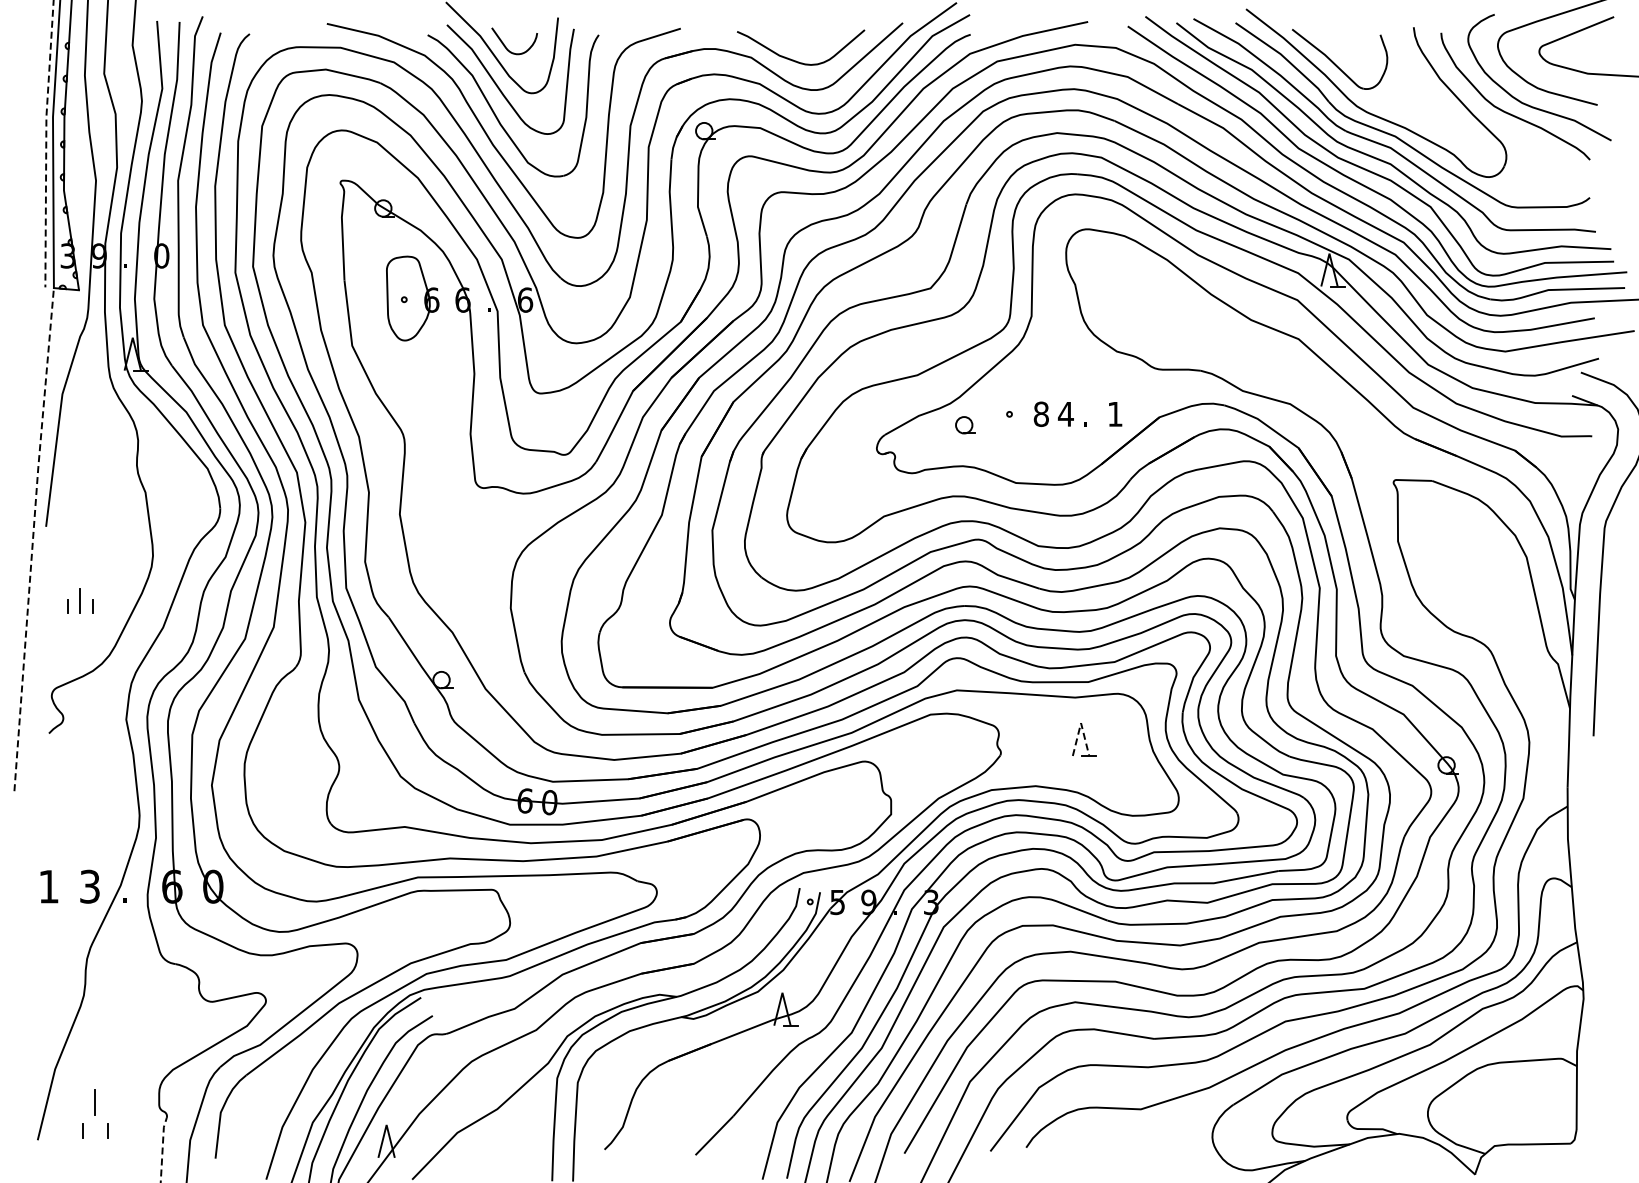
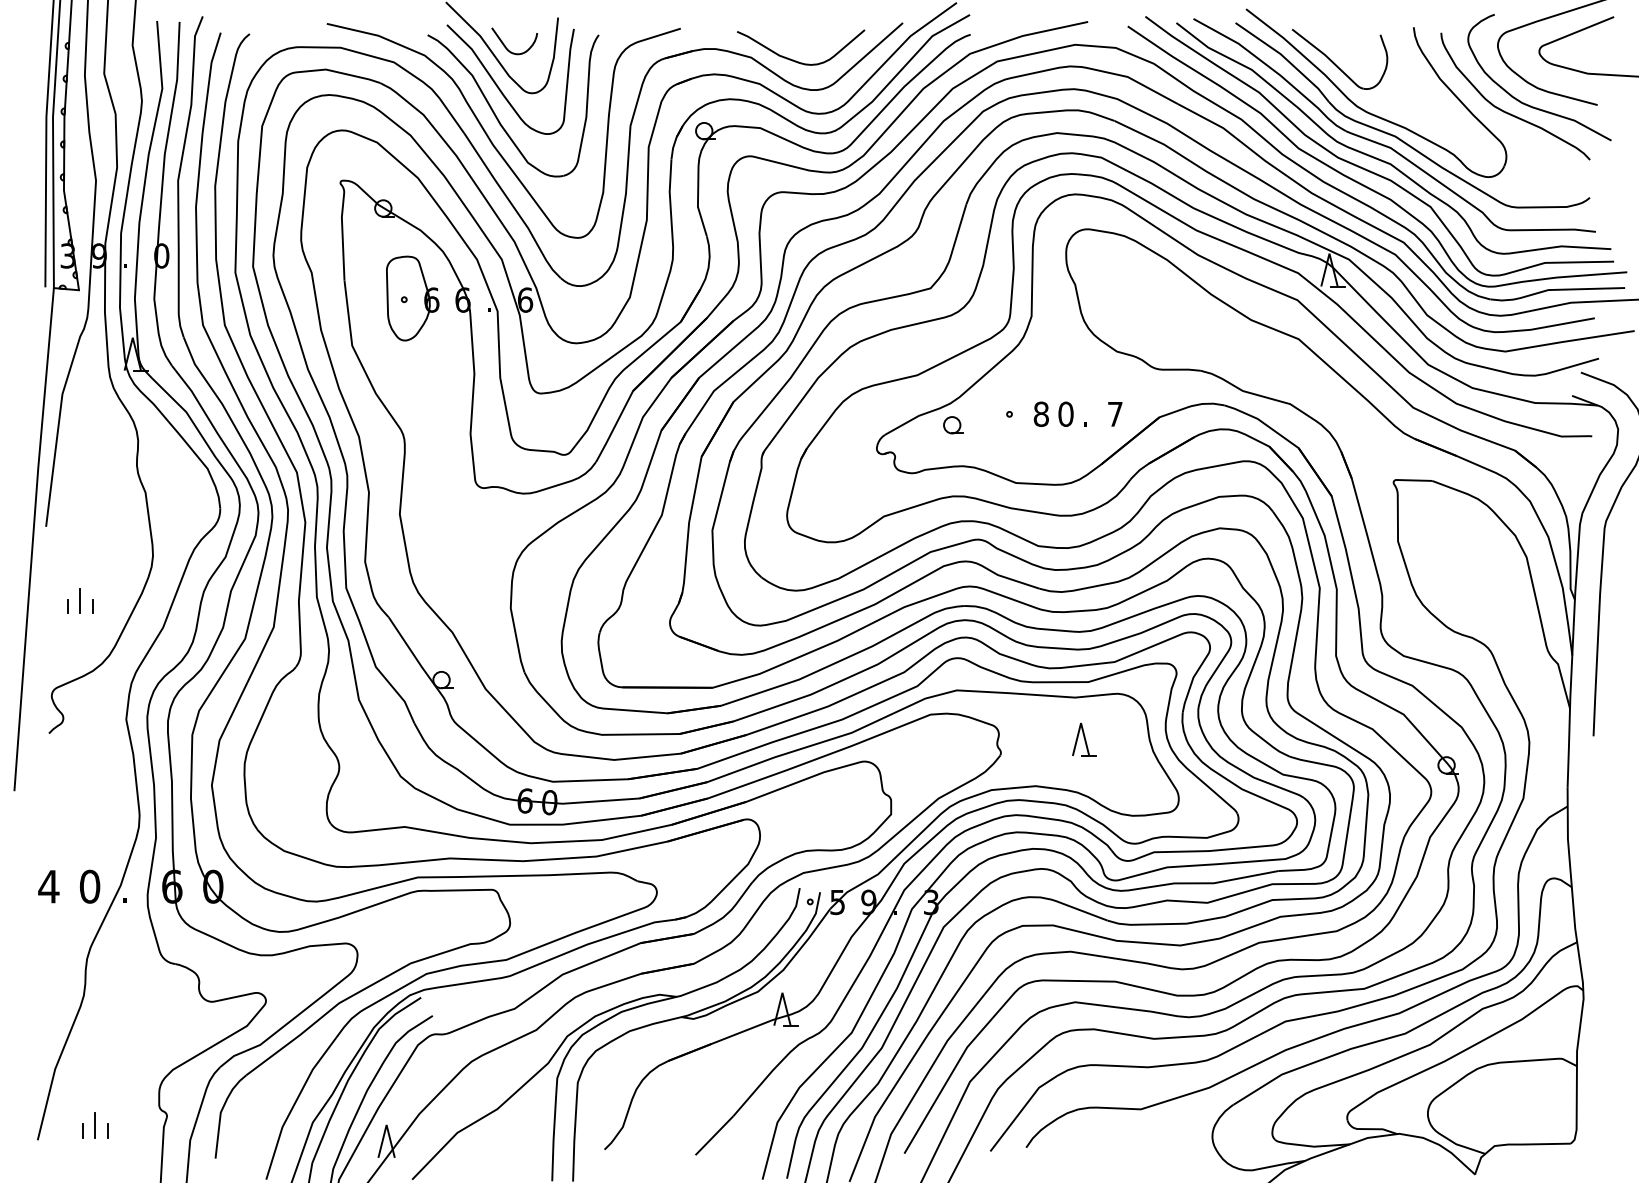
line at (46, 143): dashed -> solid
text at (1065, 413): 4 -> 0
text at (1115, 414): 1 -> 7
part at (965, 425) position: (965, 425) -> (953, 425)
line at (33, 538): dashed -> solid
line at (1081, 723): dashed -> solid
text at (48, 886): 1 -> 4
text at (89, 886): 3 -> 0
line at (94, 1102) position: (94, 1102) -> (94, 1125)
line at (162, 1148): dashed -> solid
